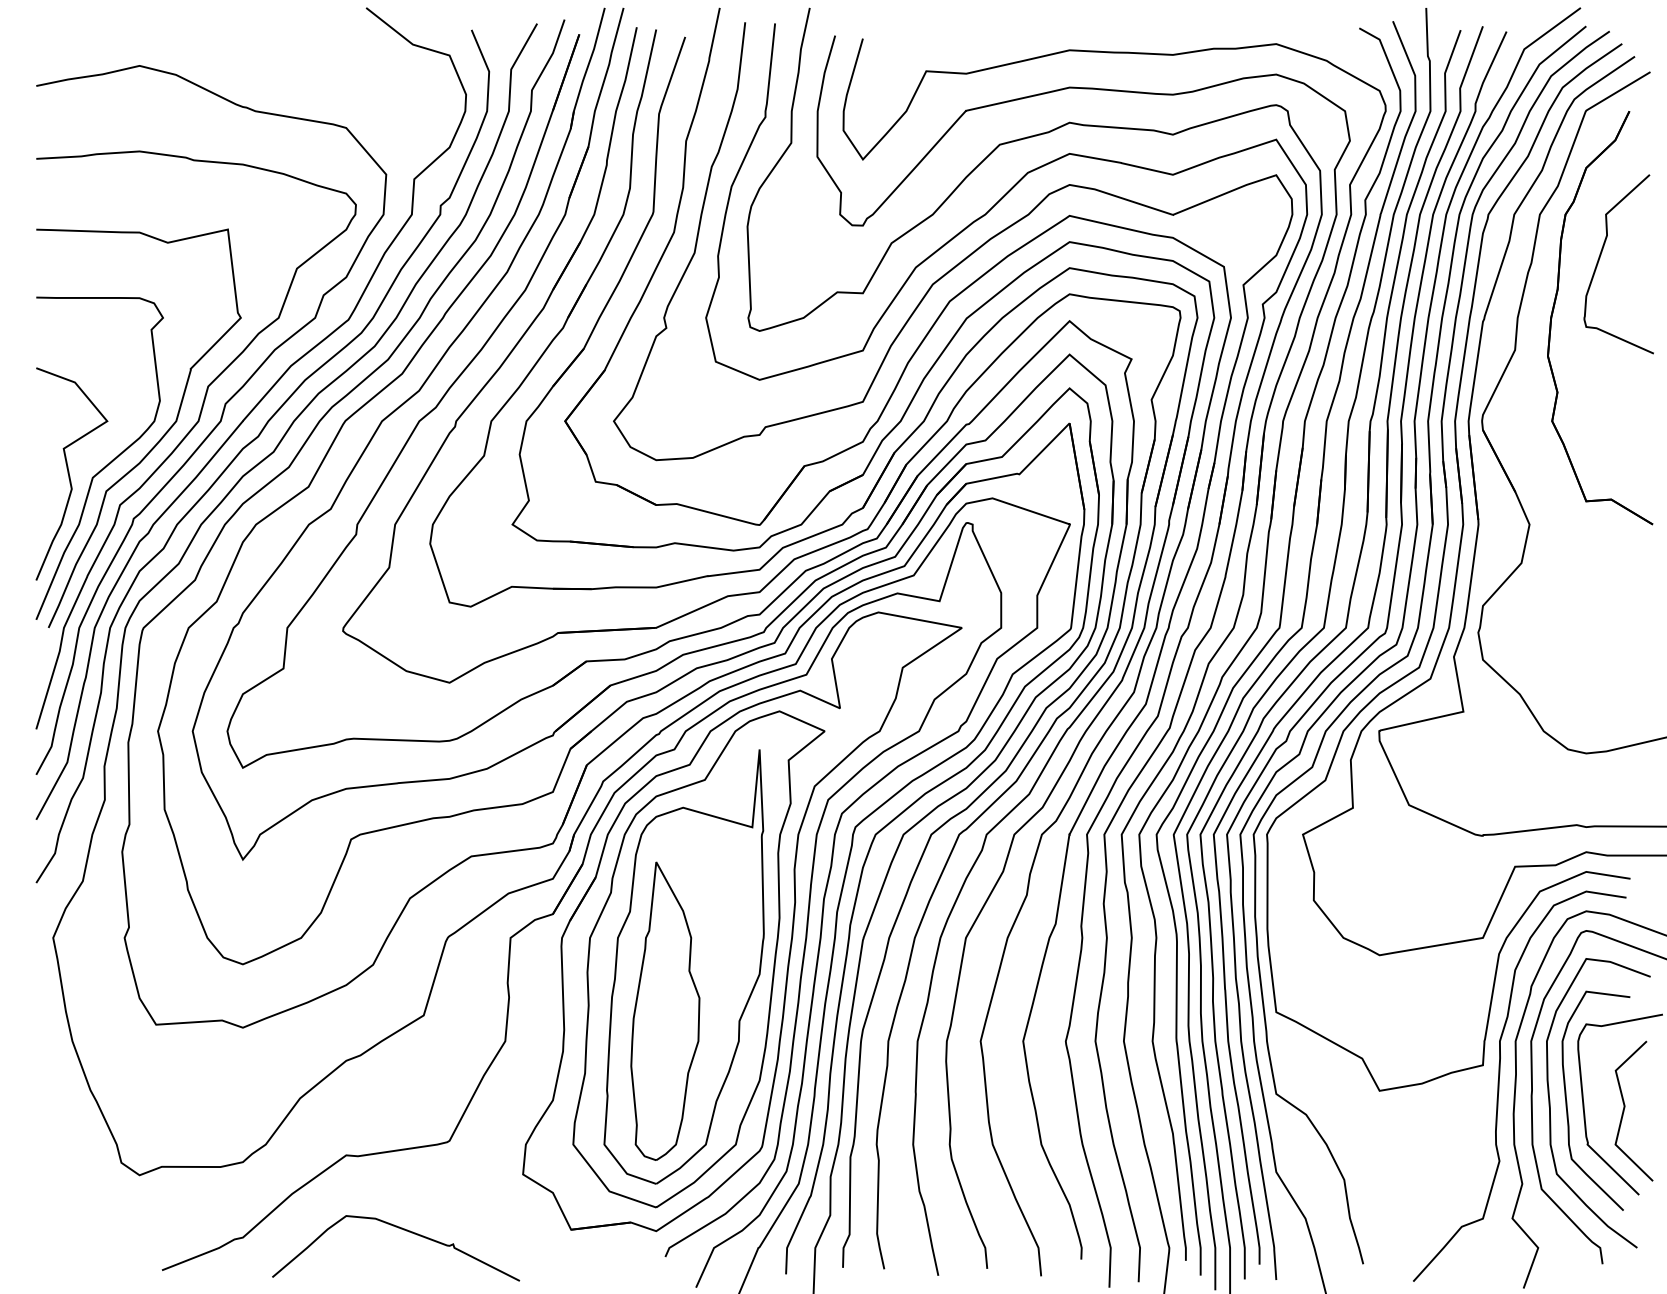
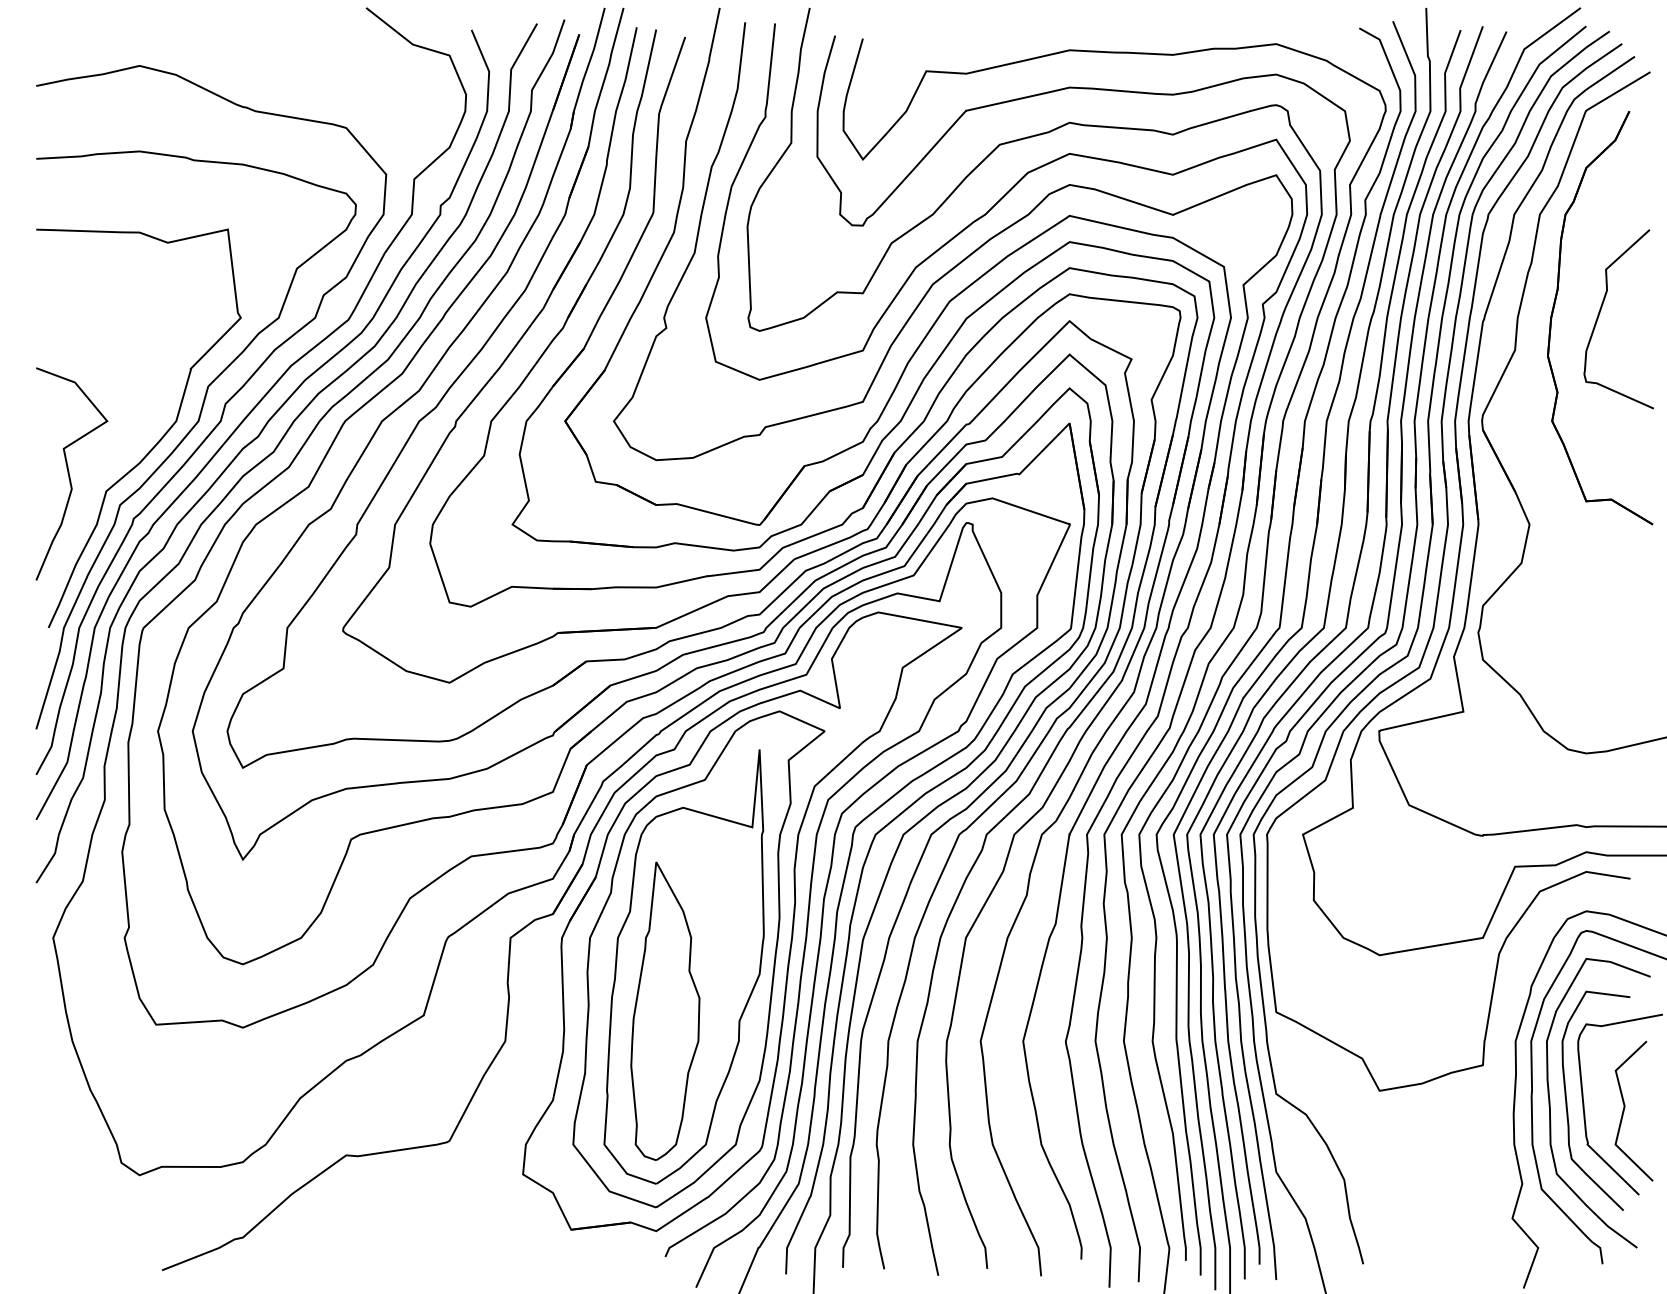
curve at (1600, 258) position: (1600, 258) -> (1600, 313)
curve at (106, 464): present -> none
curve at (1499, 1085): present -> none
curve at (403, 1230): present -> none
